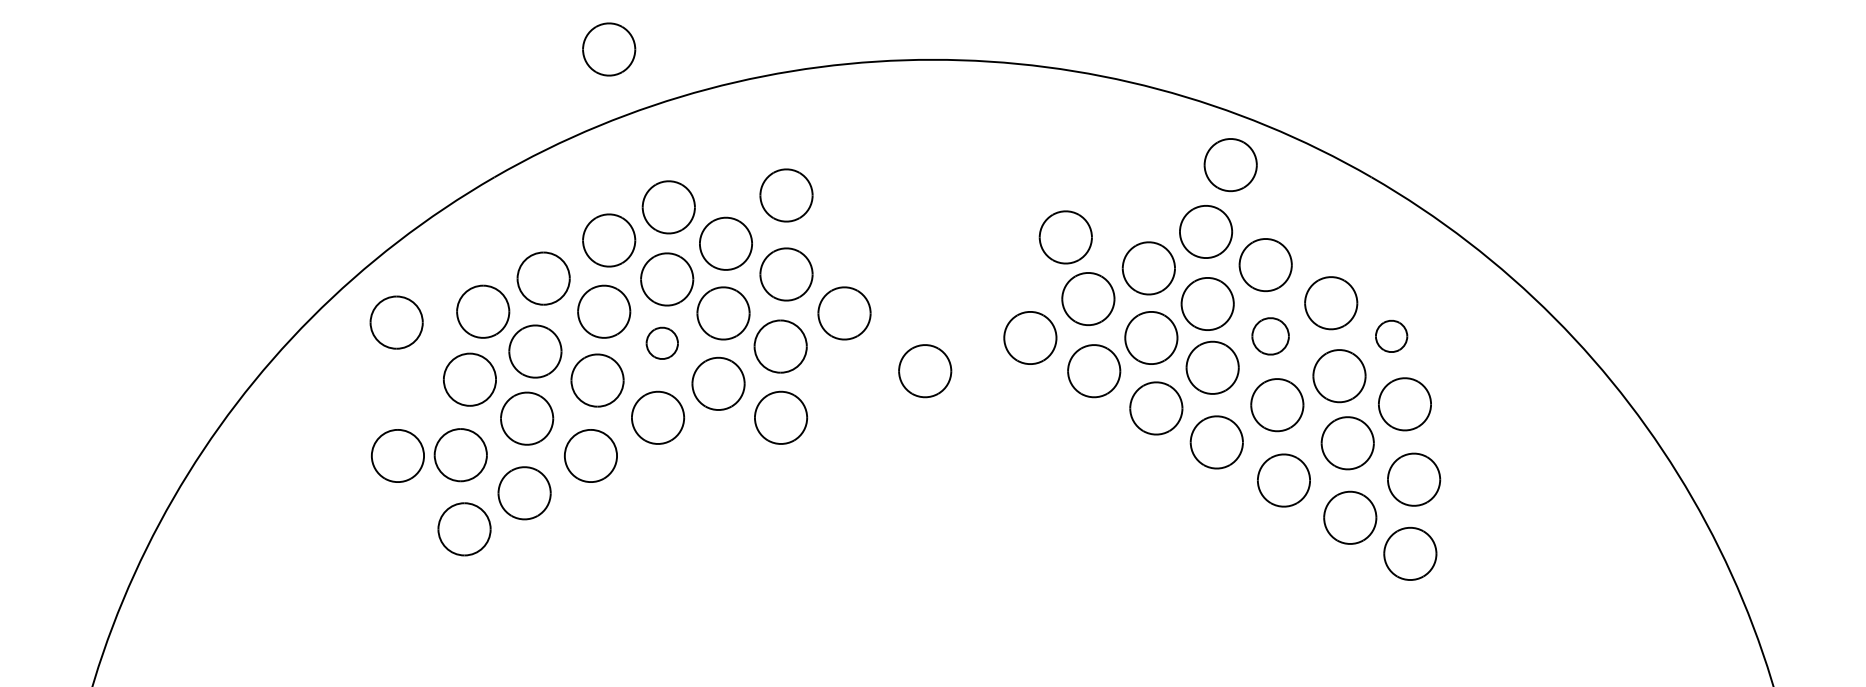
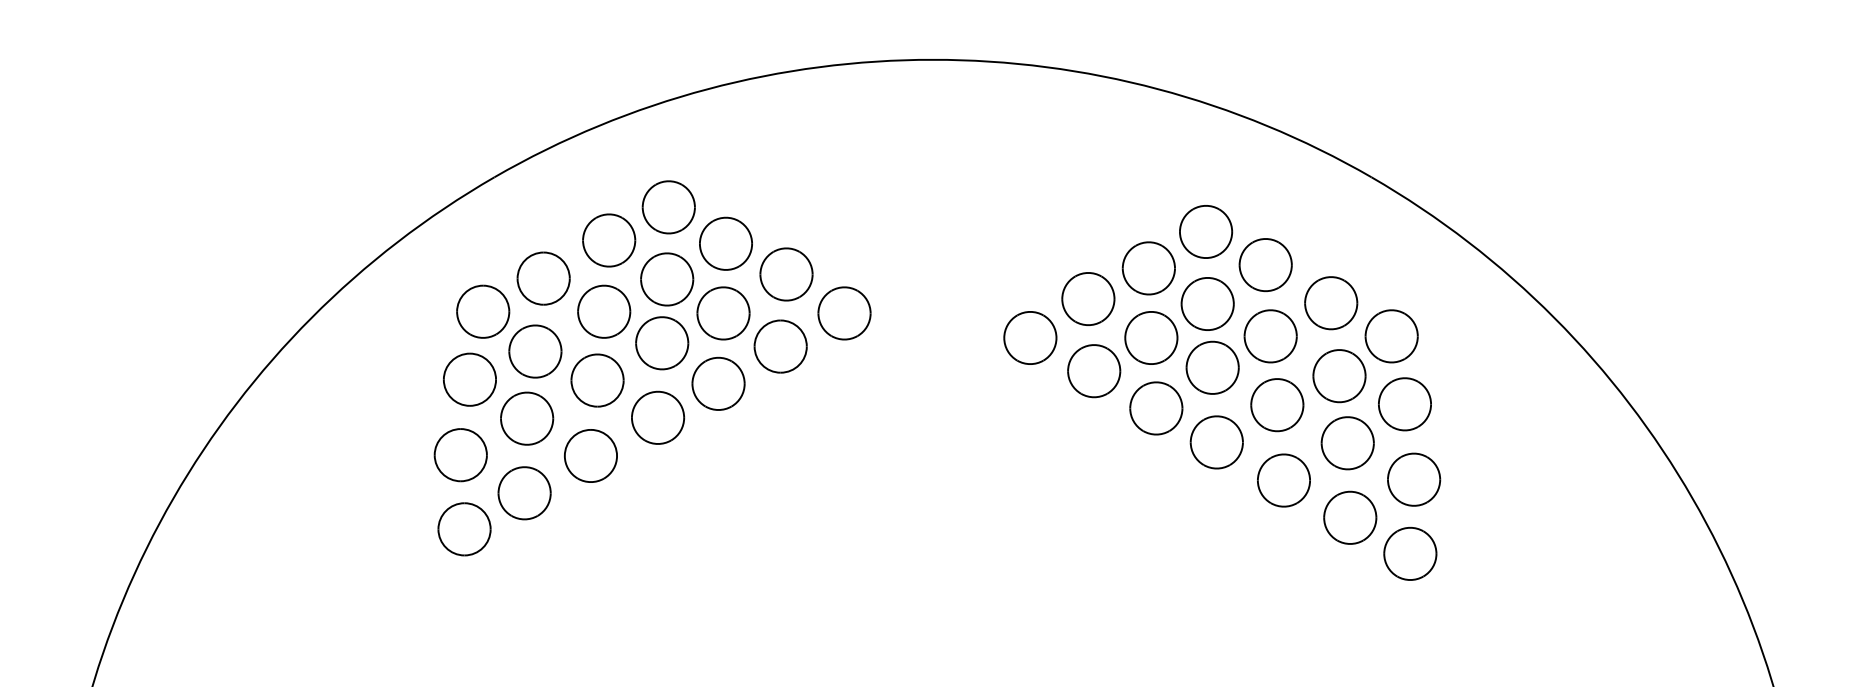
part at (609, 49): present -> none
part at (1230, 165): present -> none
part at (786, 195): present -> none
part at (1065, 237): present -> none
part at (396, 322): present -> none
part at (1270, 336) size: 39x39 px -> 55x55 px
part at (1391, 336) size: 34x33 px -> 55x55 px
part at (661, 342) size: 34x34 px -> 55x55 px
part at (925, 371): present -> none
part at (781, 417): present -> none
part at (397, 455): present -> none
